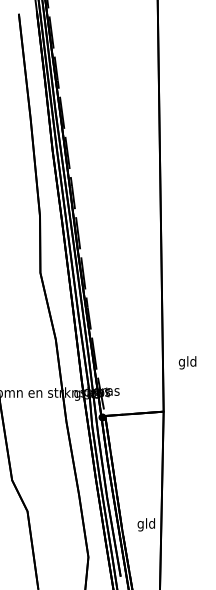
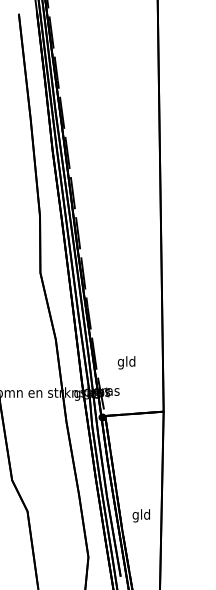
text at (187, 362) position: (187, 362) -> (126, 362)
text at (145, 524) position: (145, 524) -> (140, 515)
